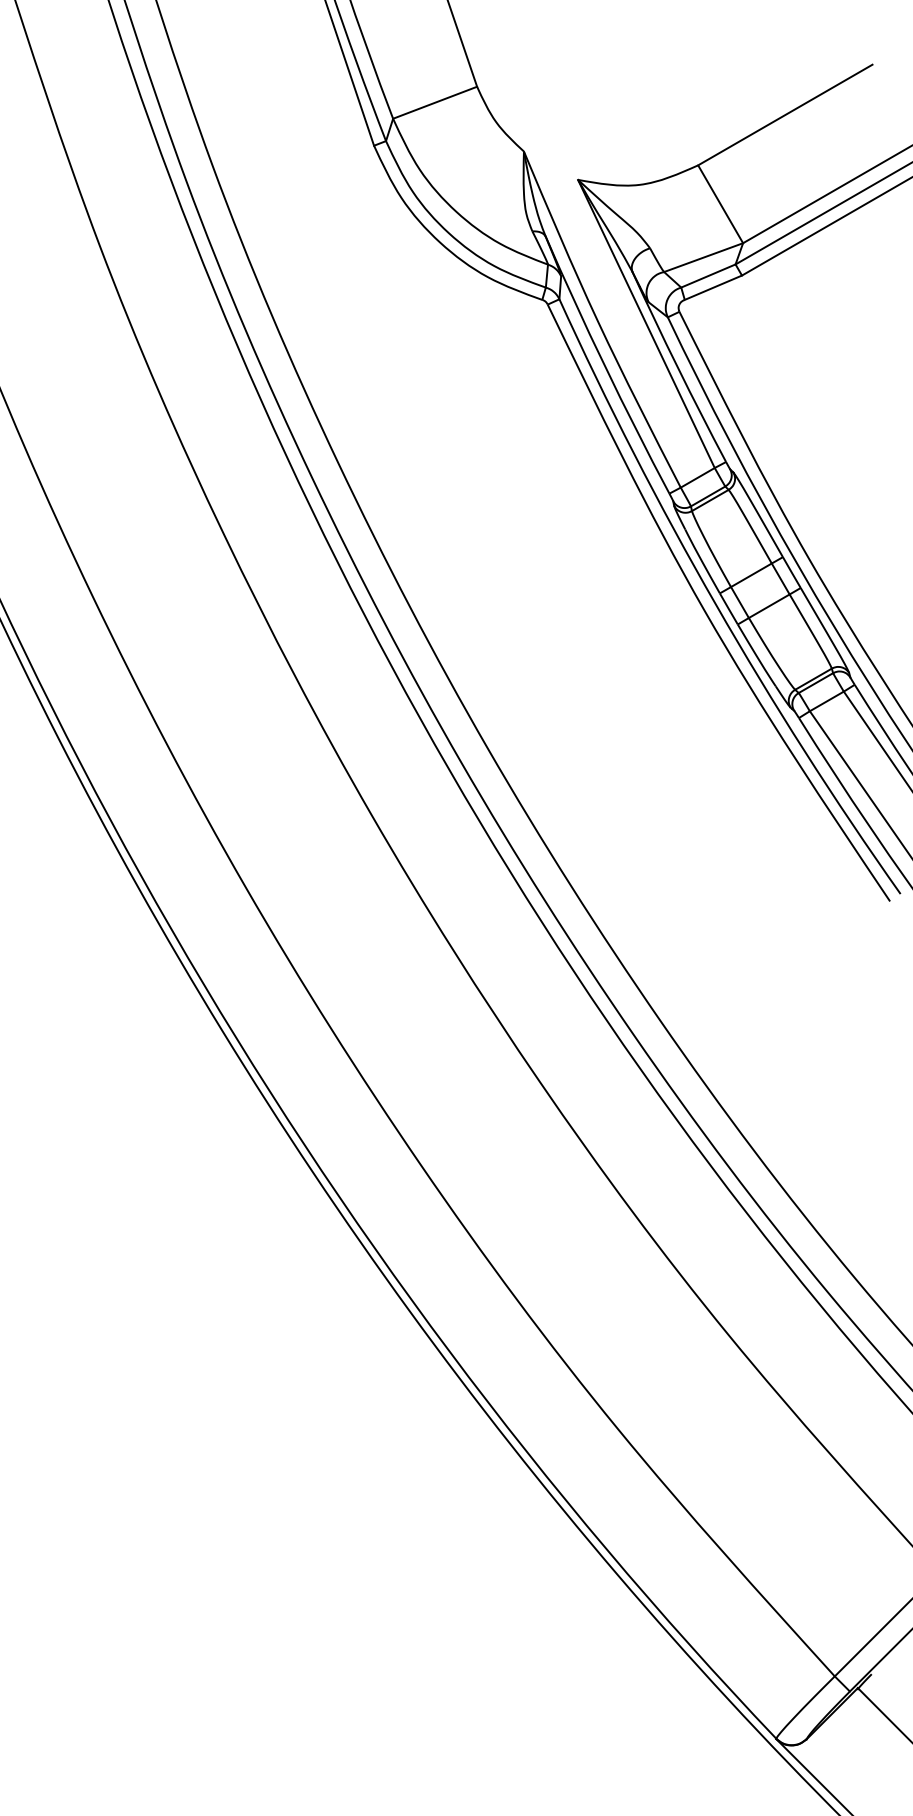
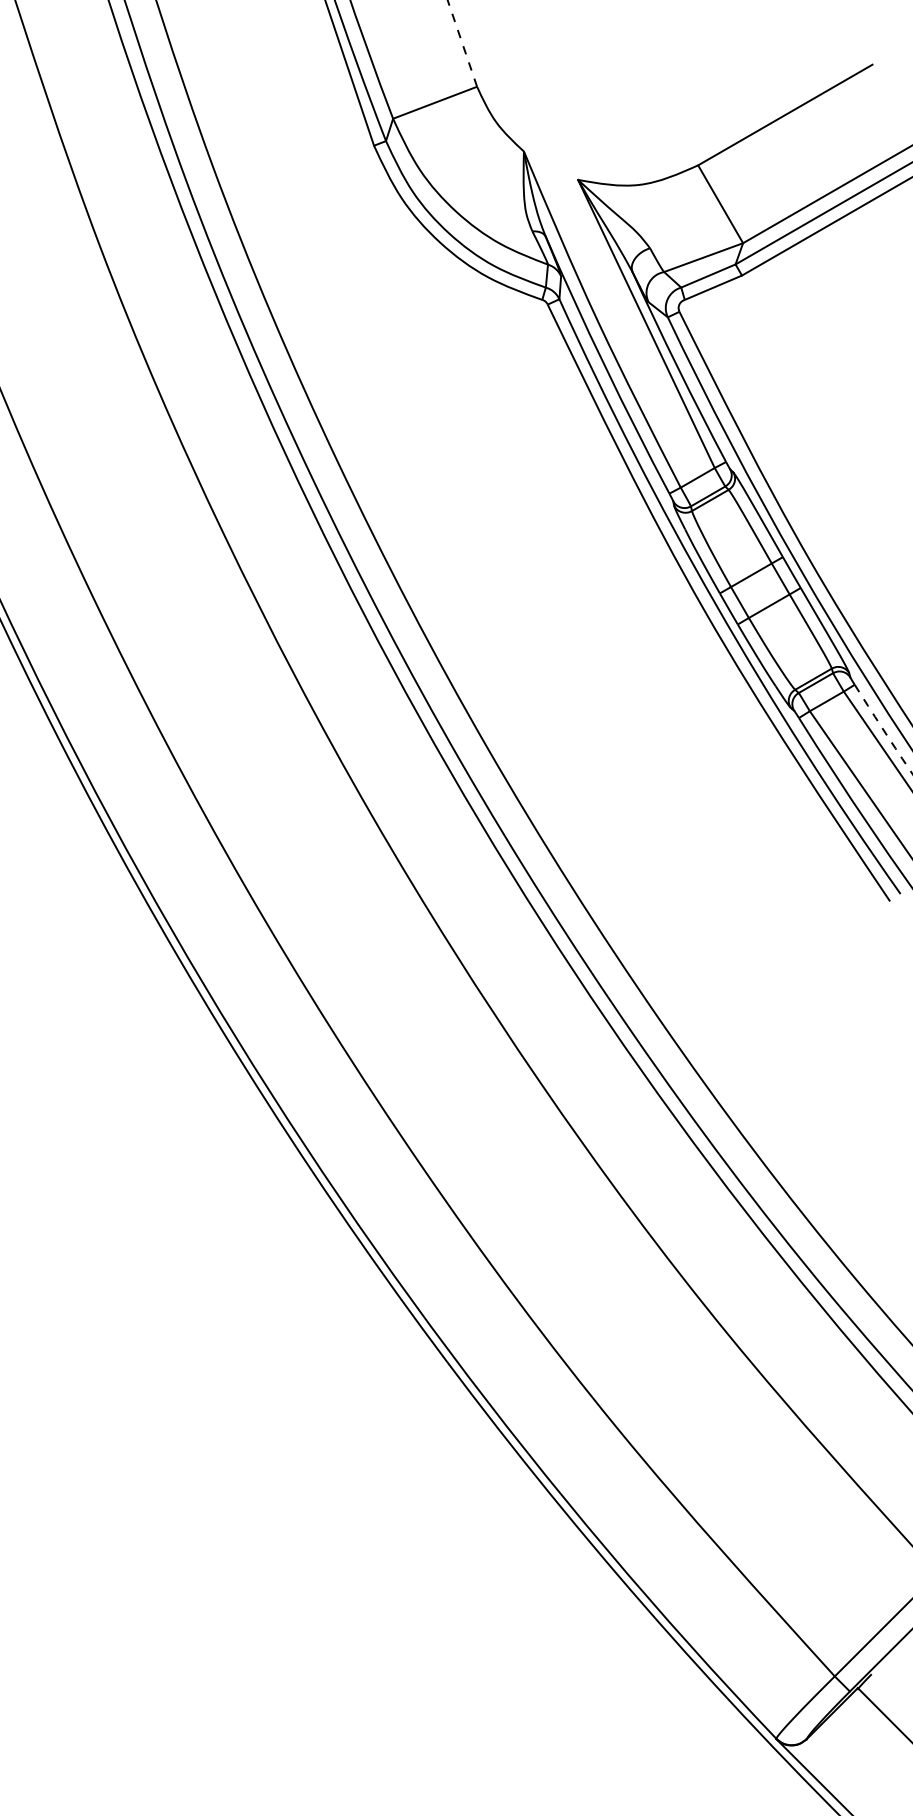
line at (462, 43): solid -> dashed
arc at (883, 729): solid -> dashed
